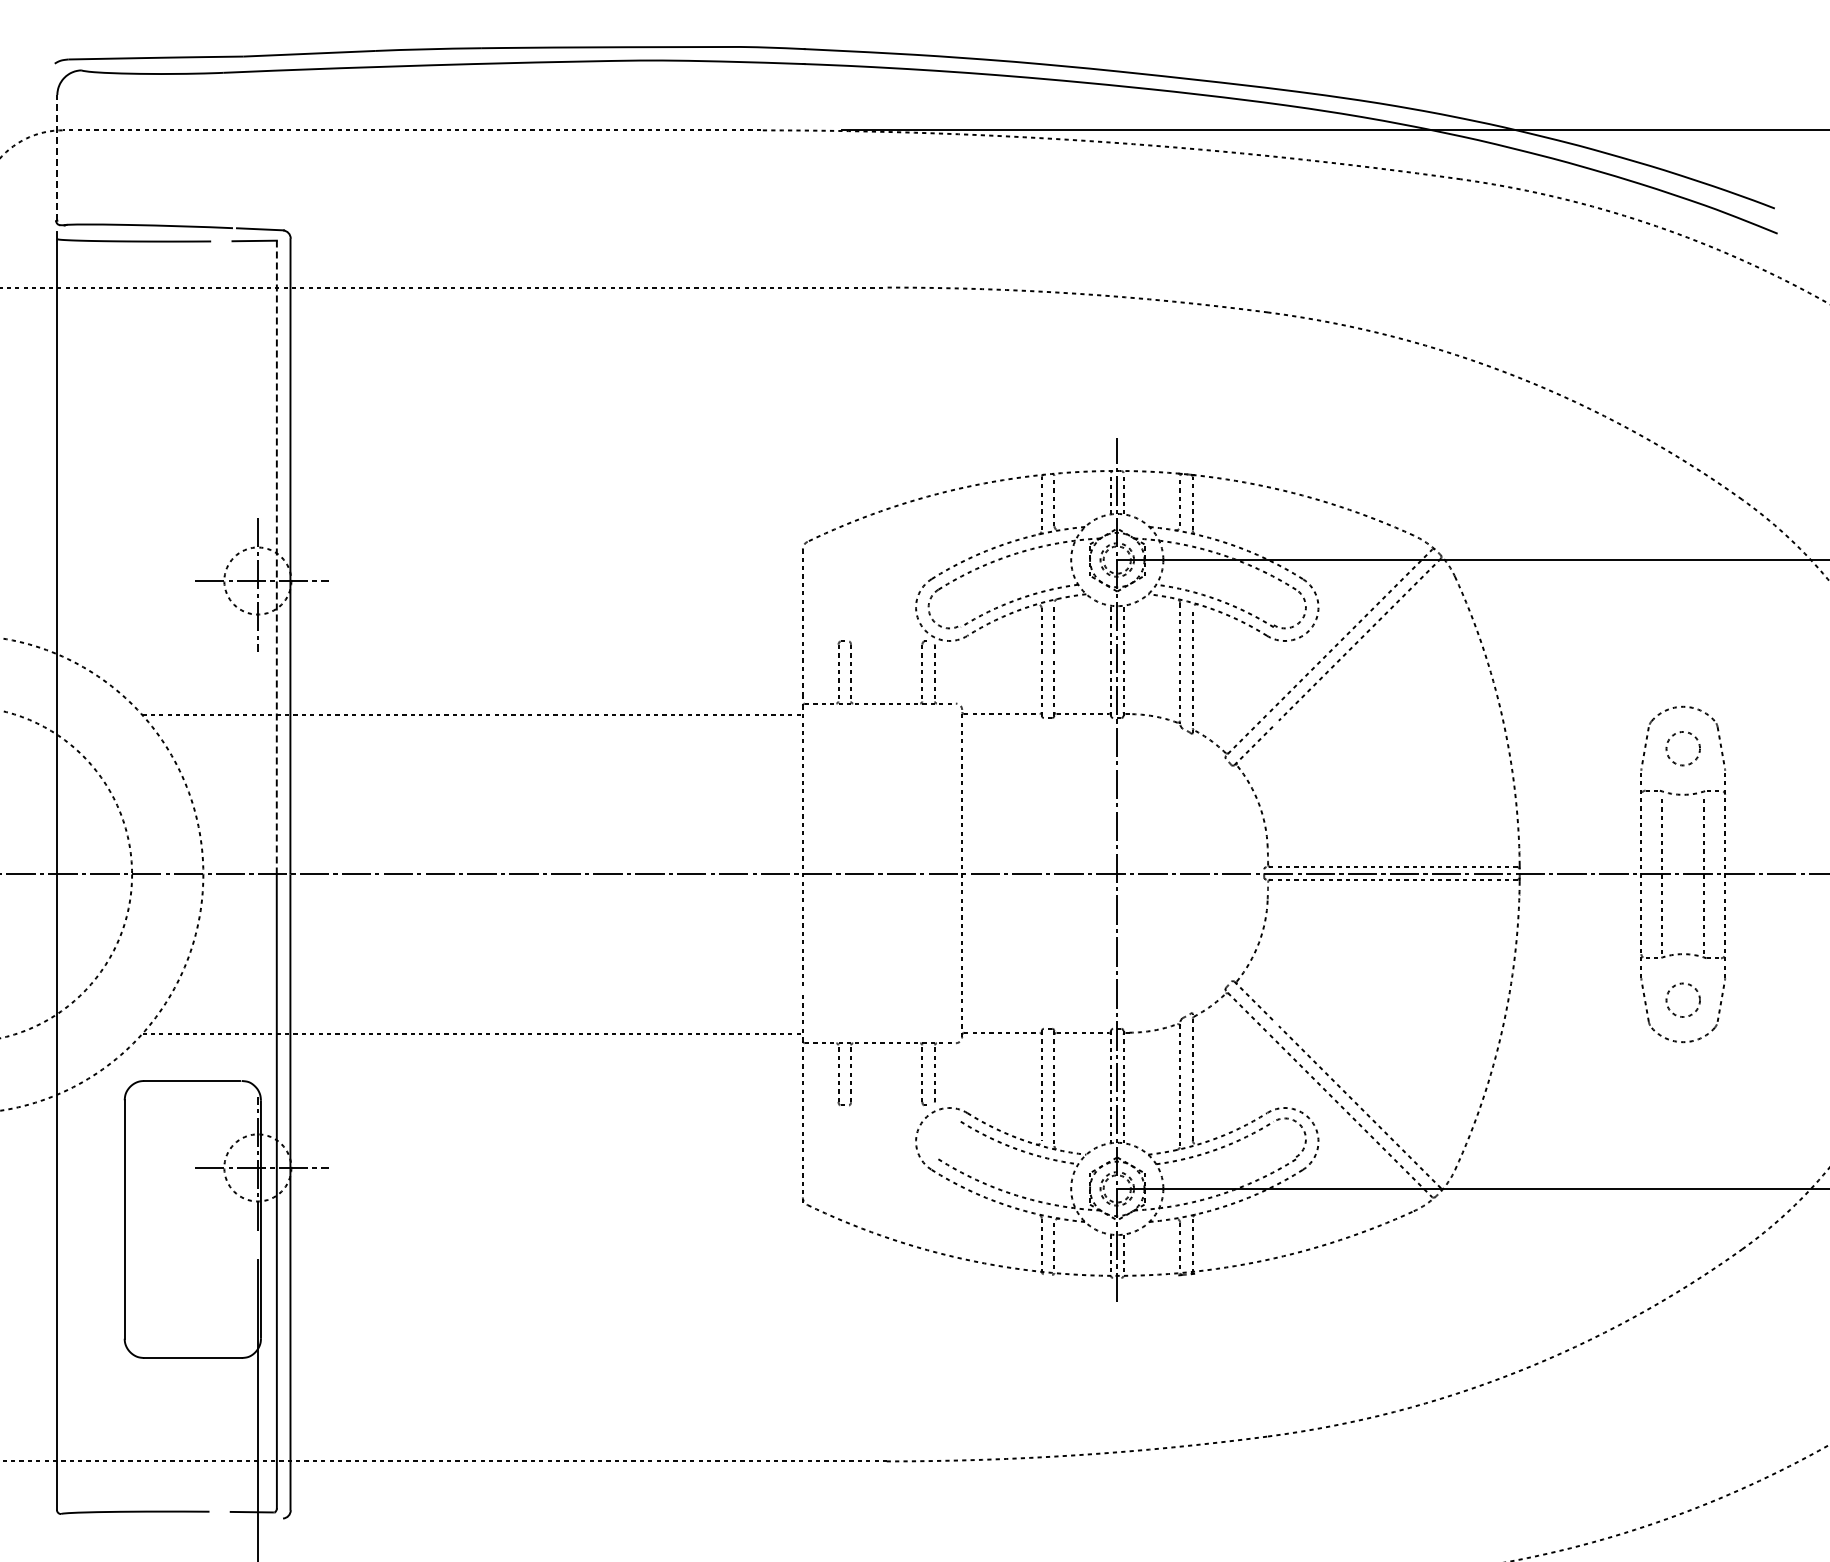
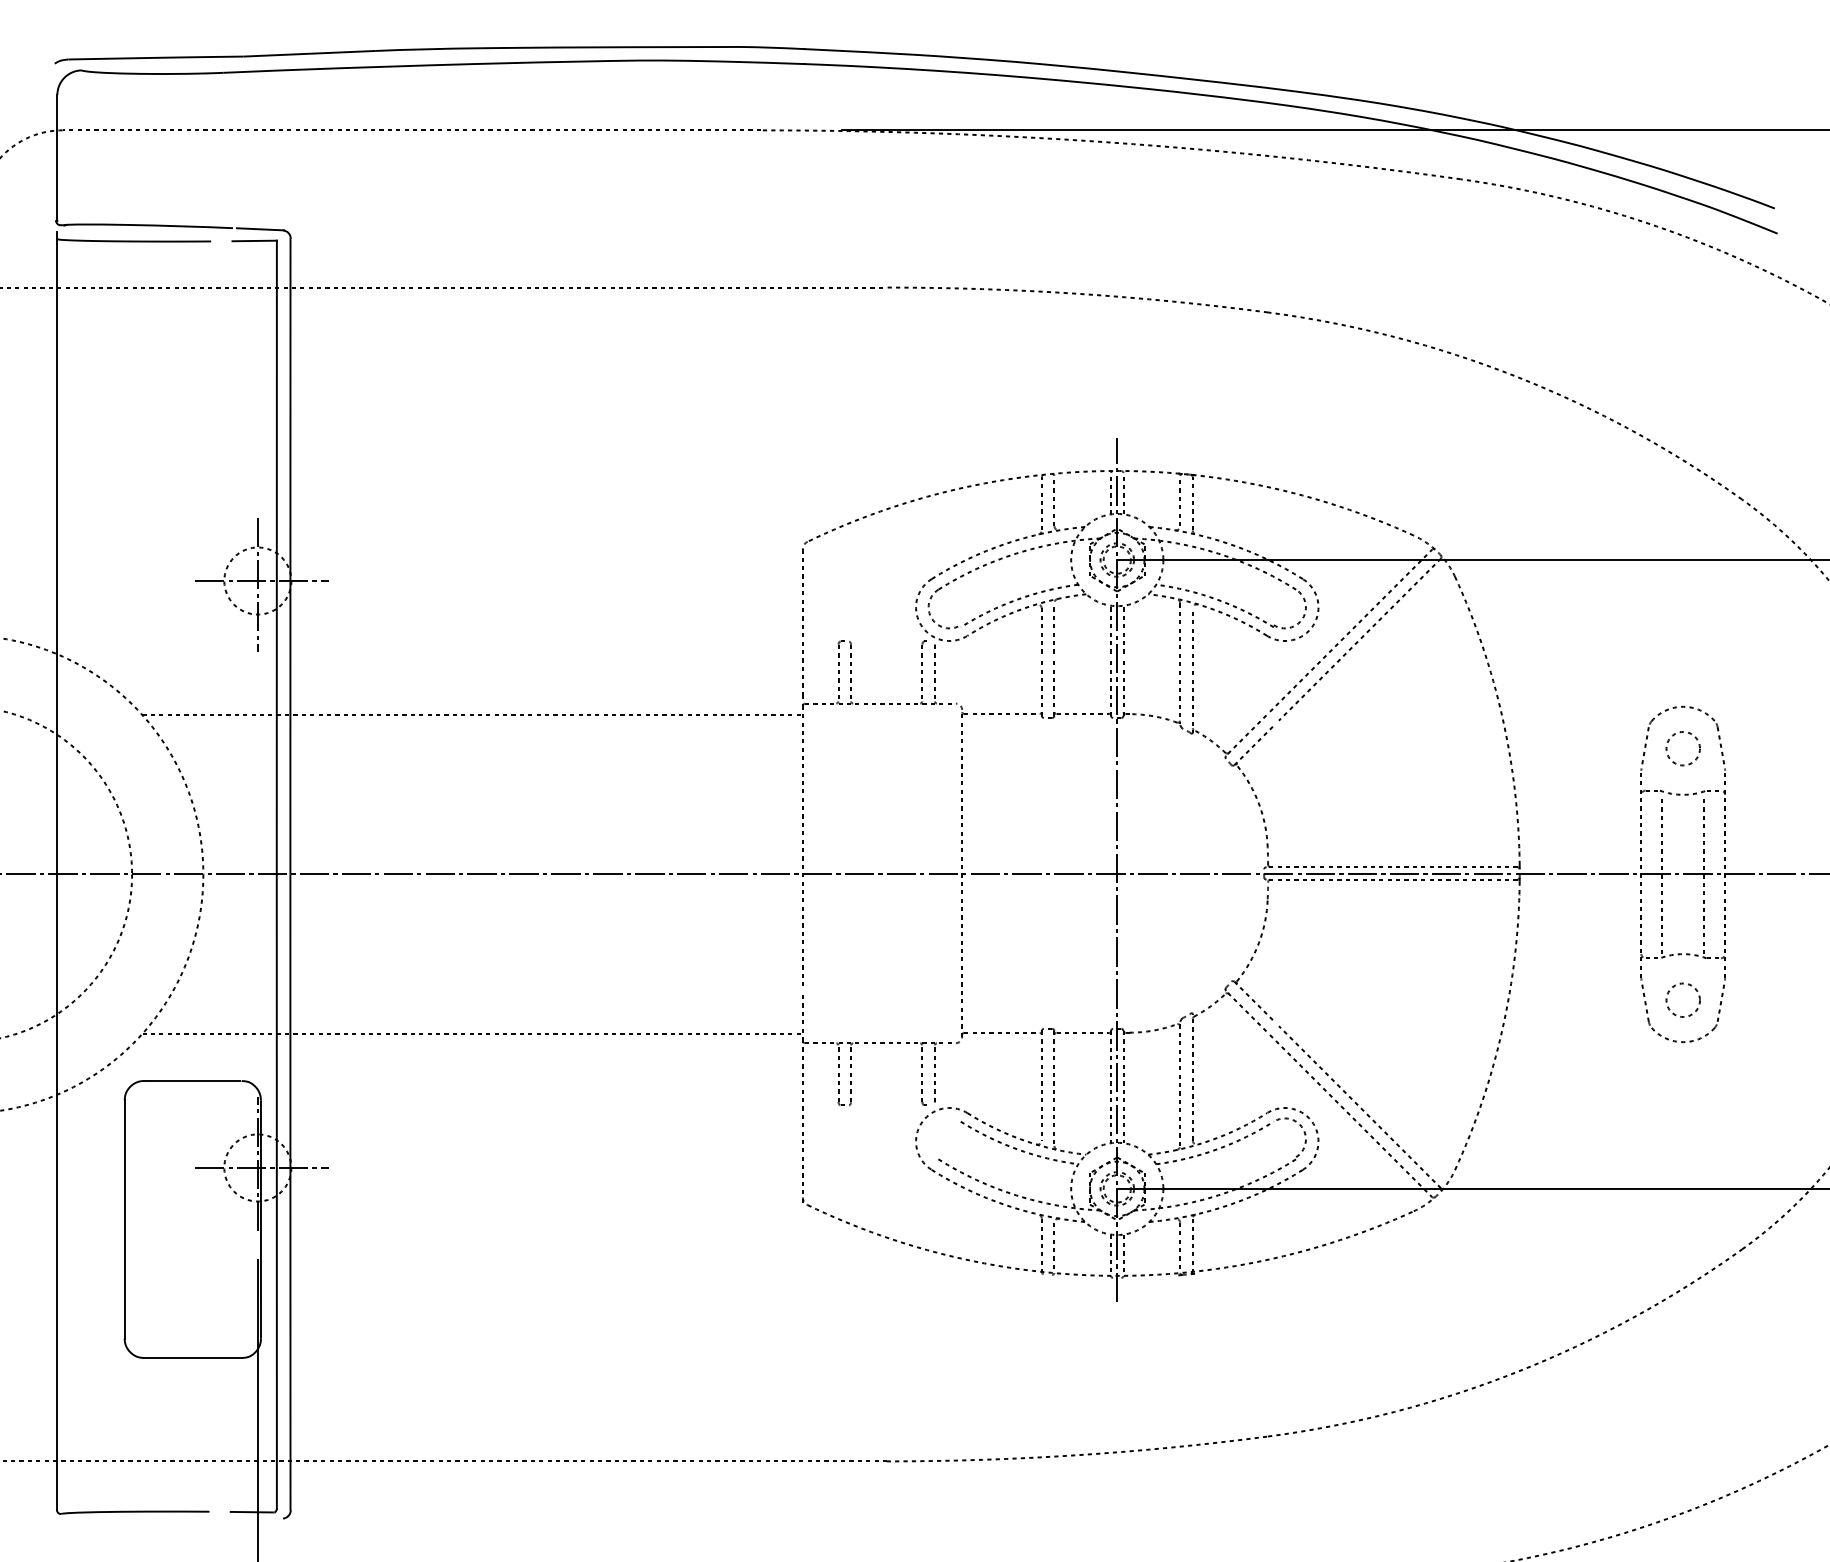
line at (57, 157): dashed -> solid
line at (276, 557): dashed -> solid
